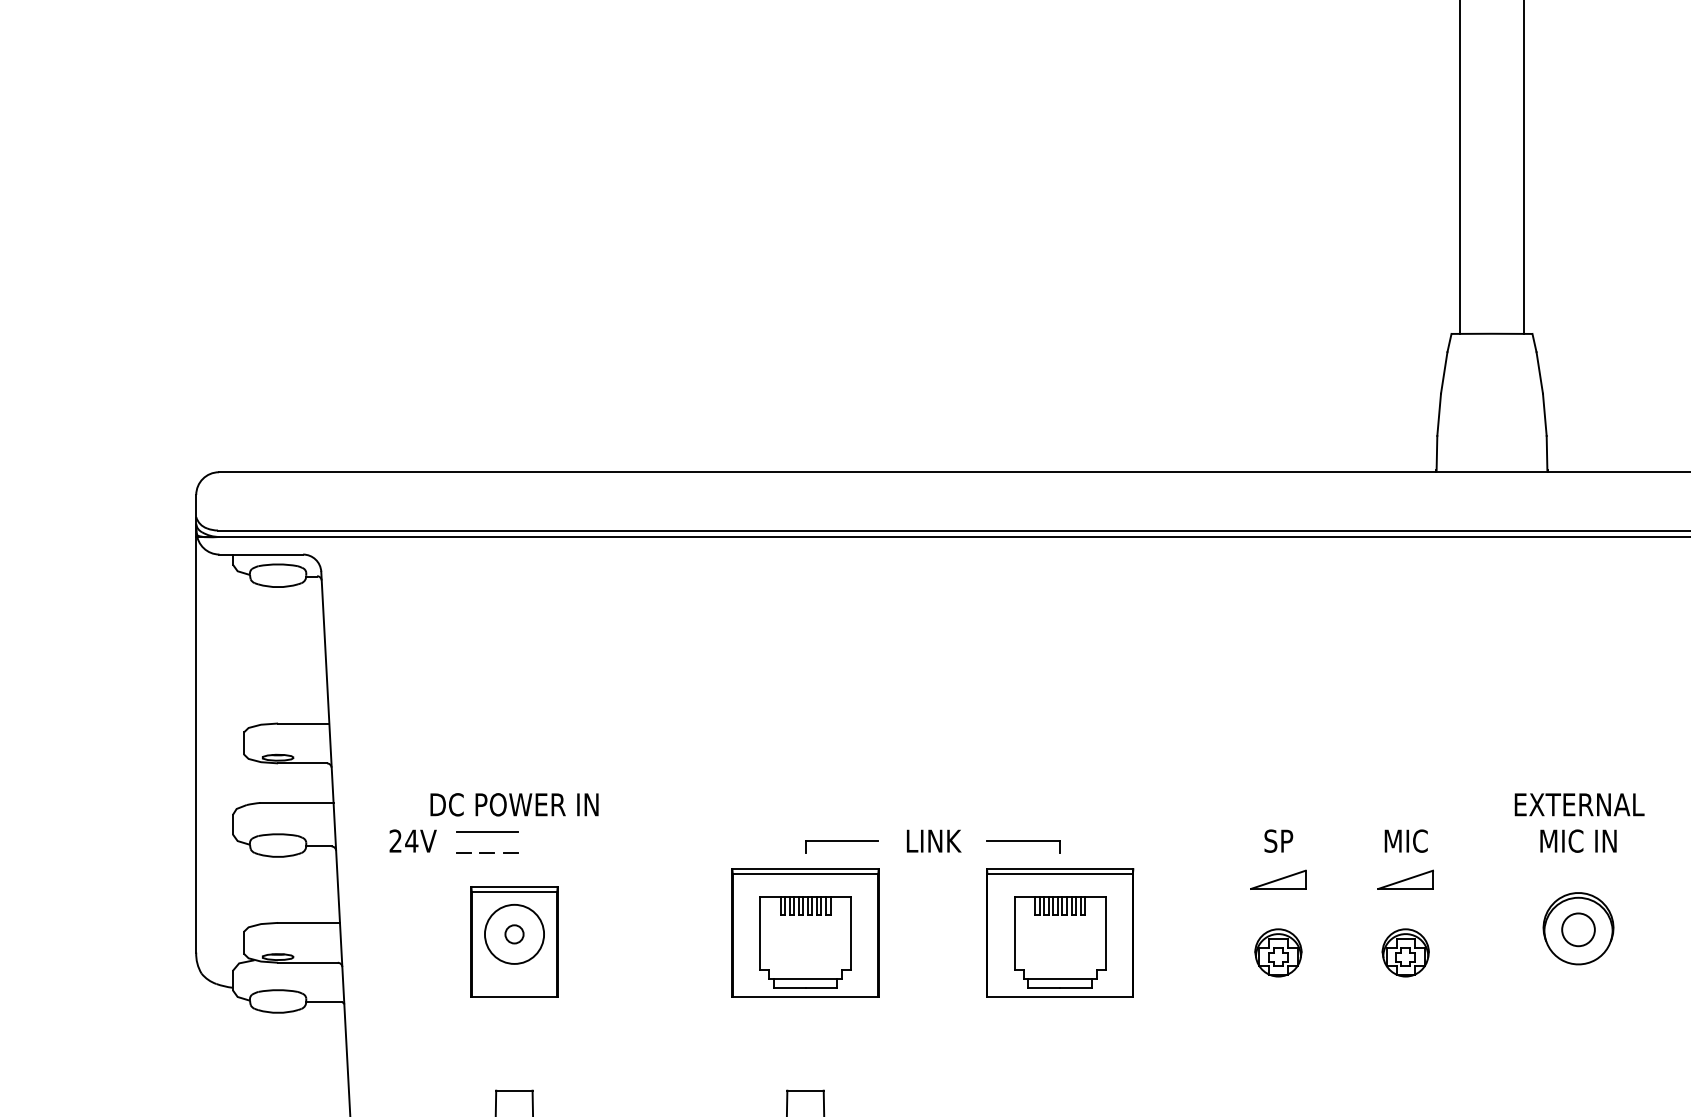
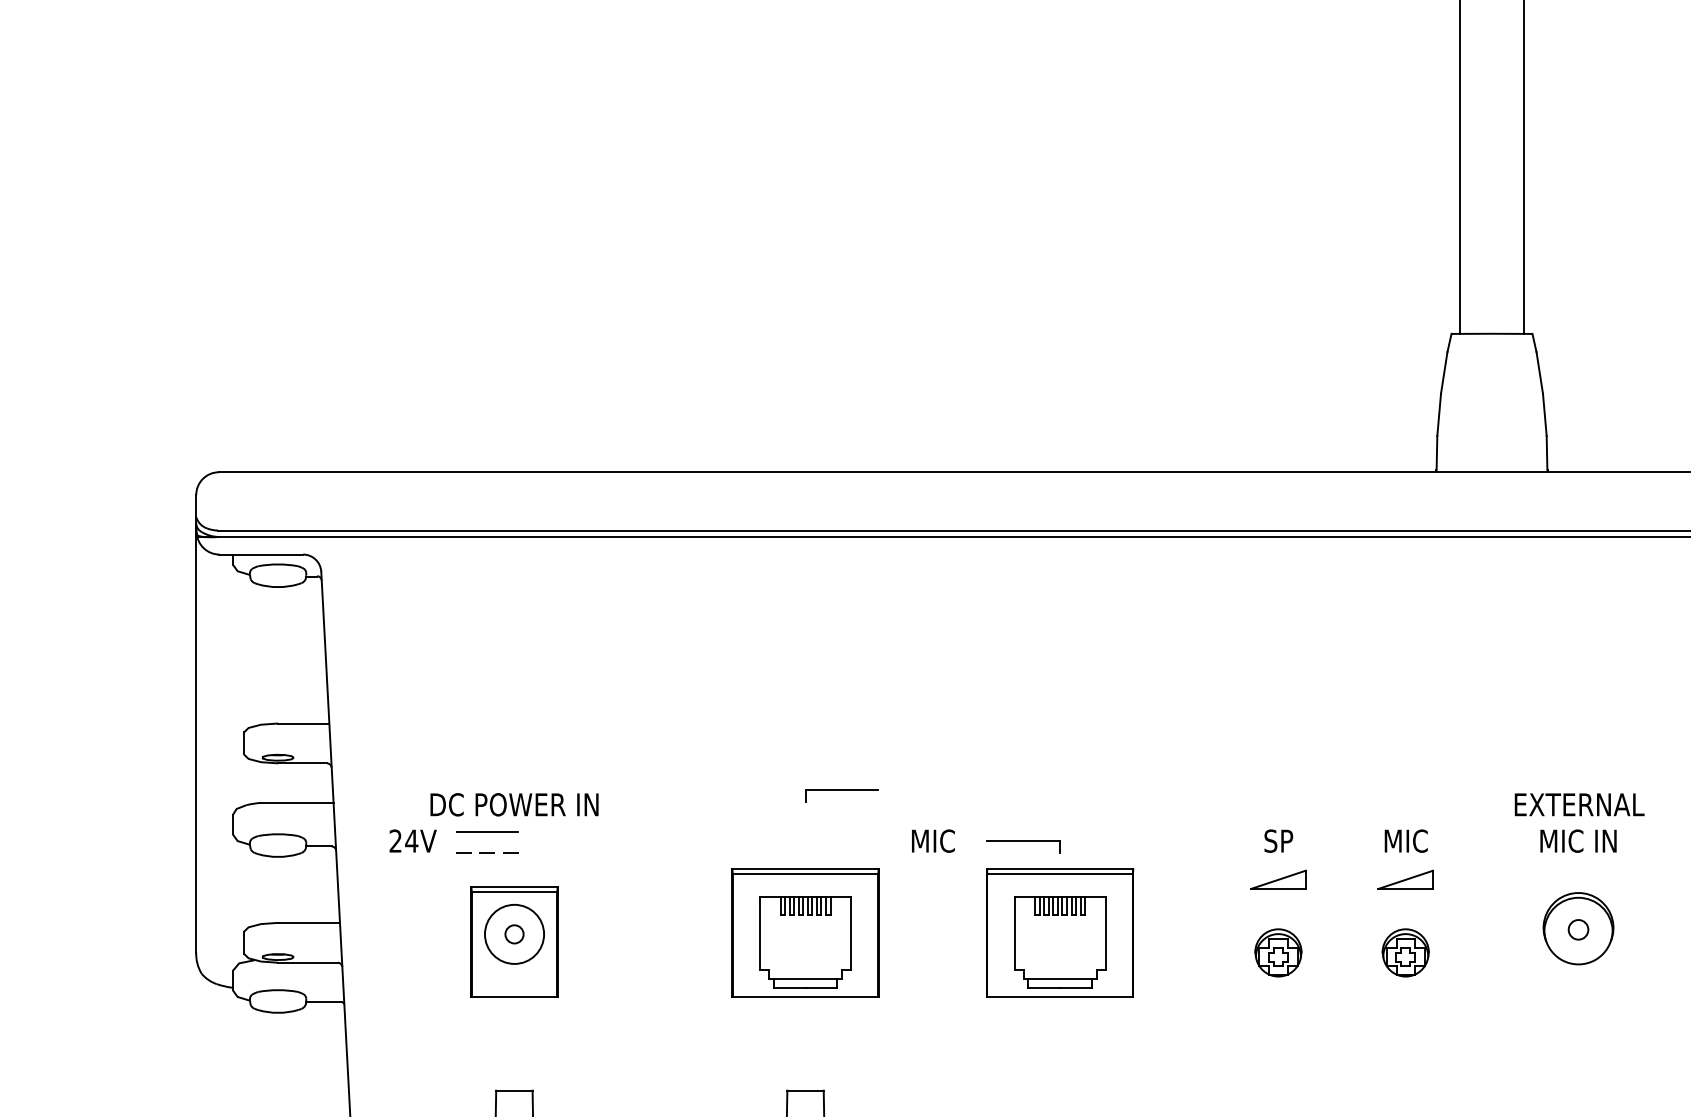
text at (933, 840): LINK -> MIC
part at (841, 846) position: (841, 846) -> (841, 795)
circle at (1578, 929) diameter: 33 px -> 20 px
